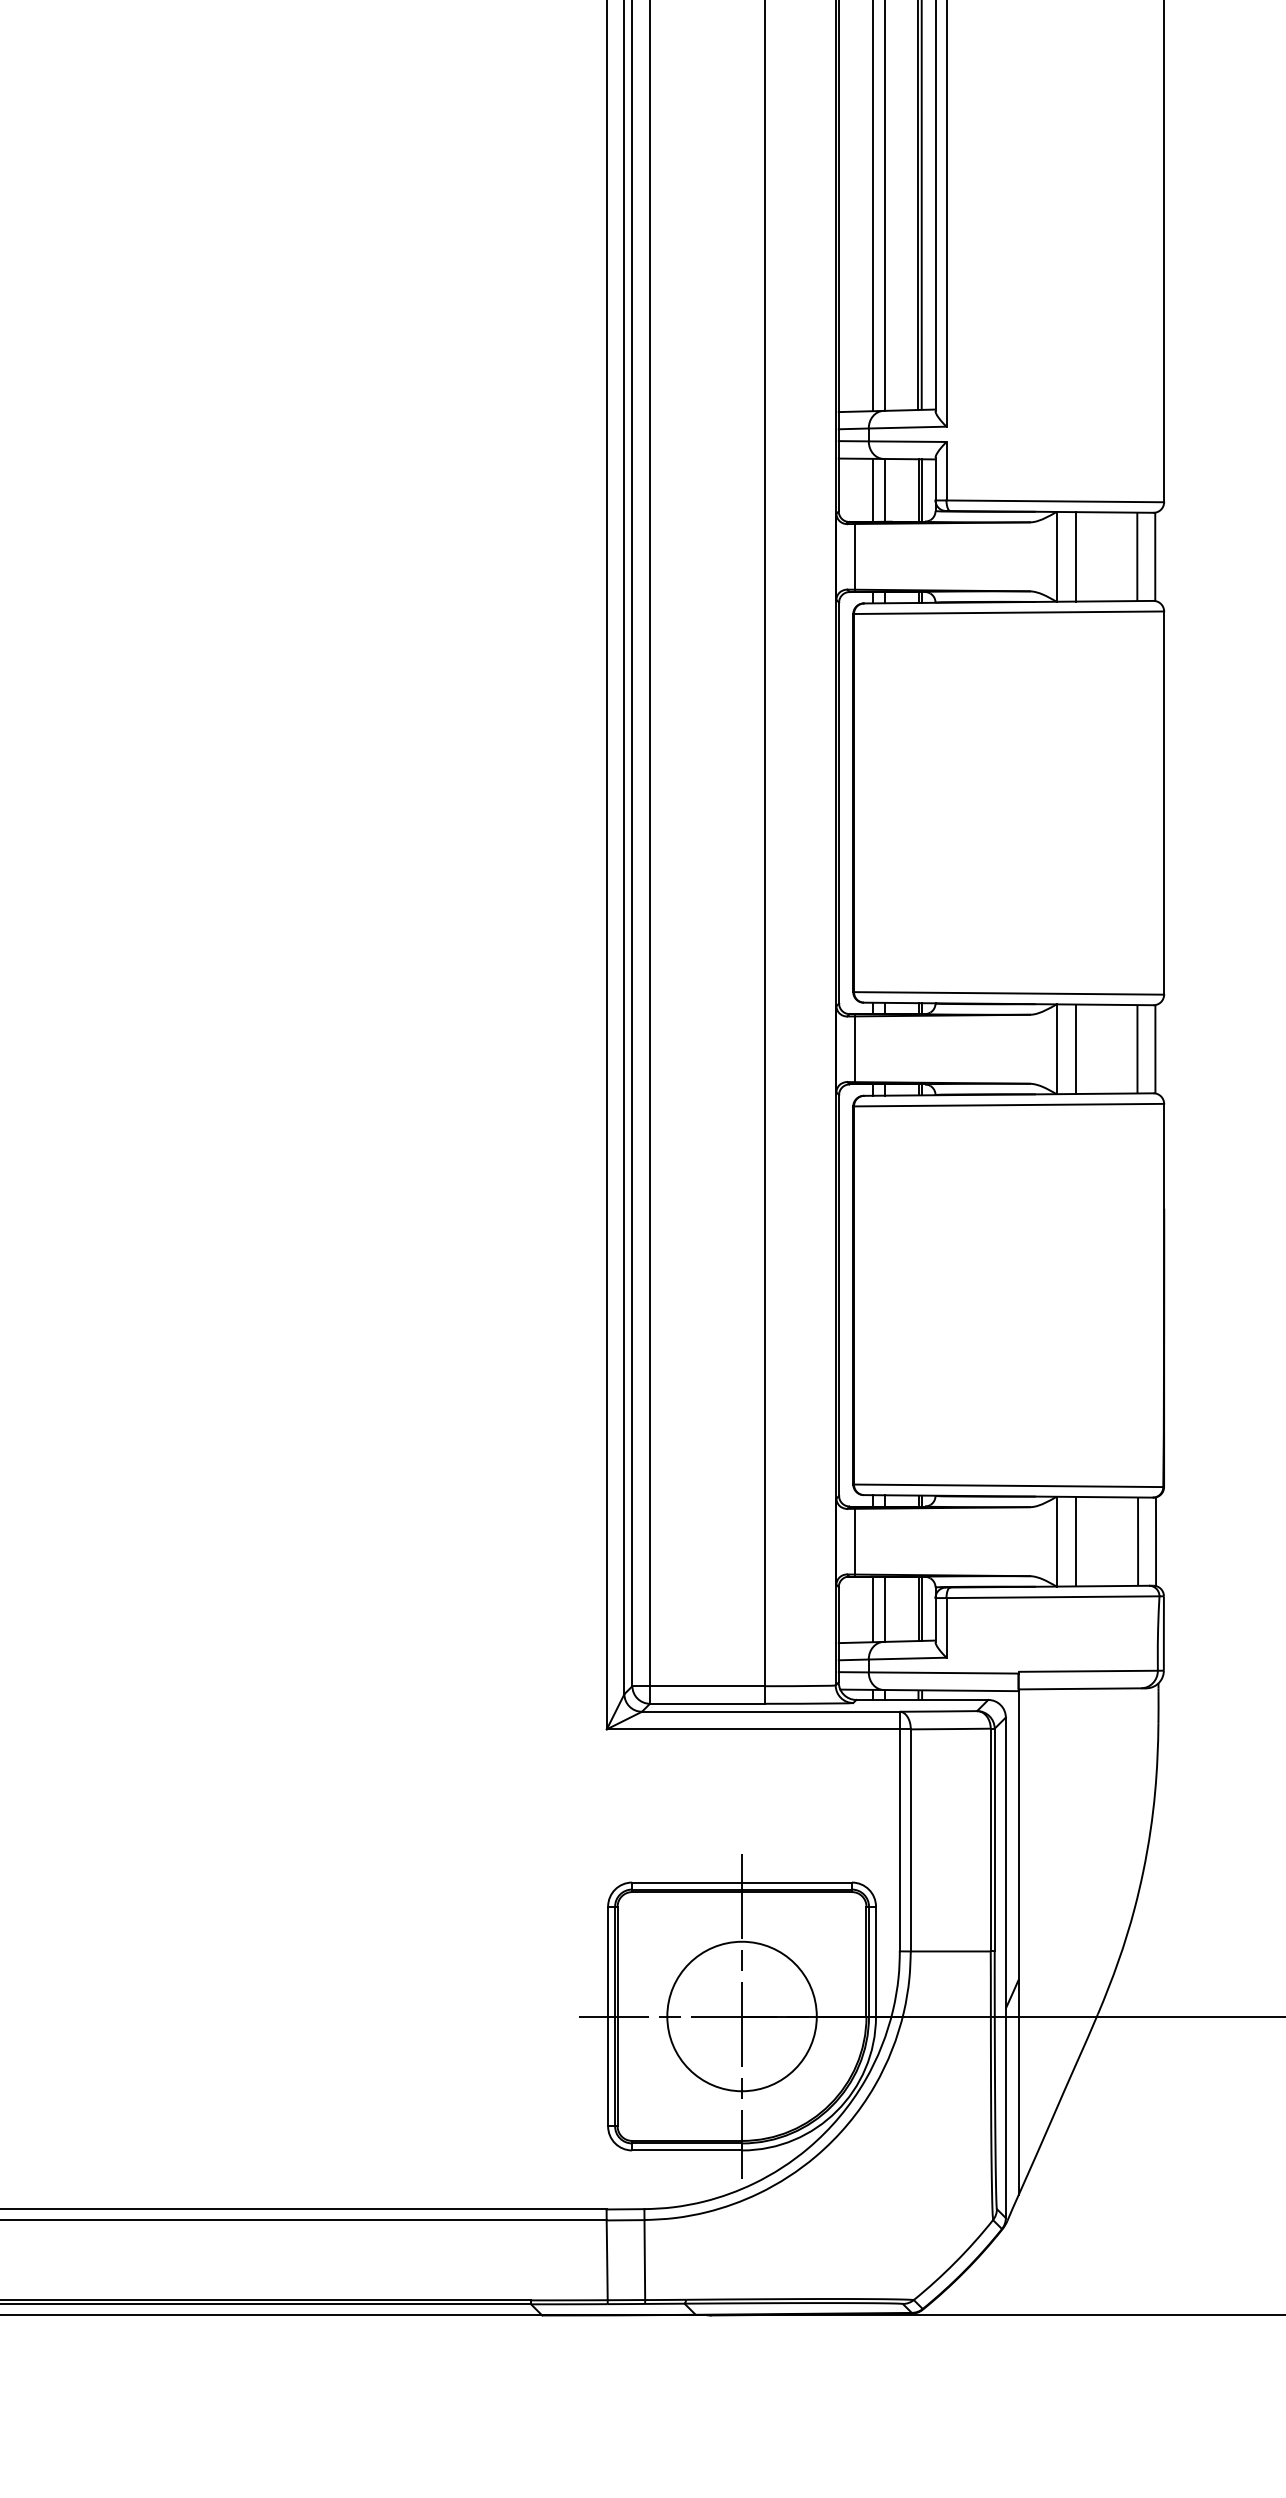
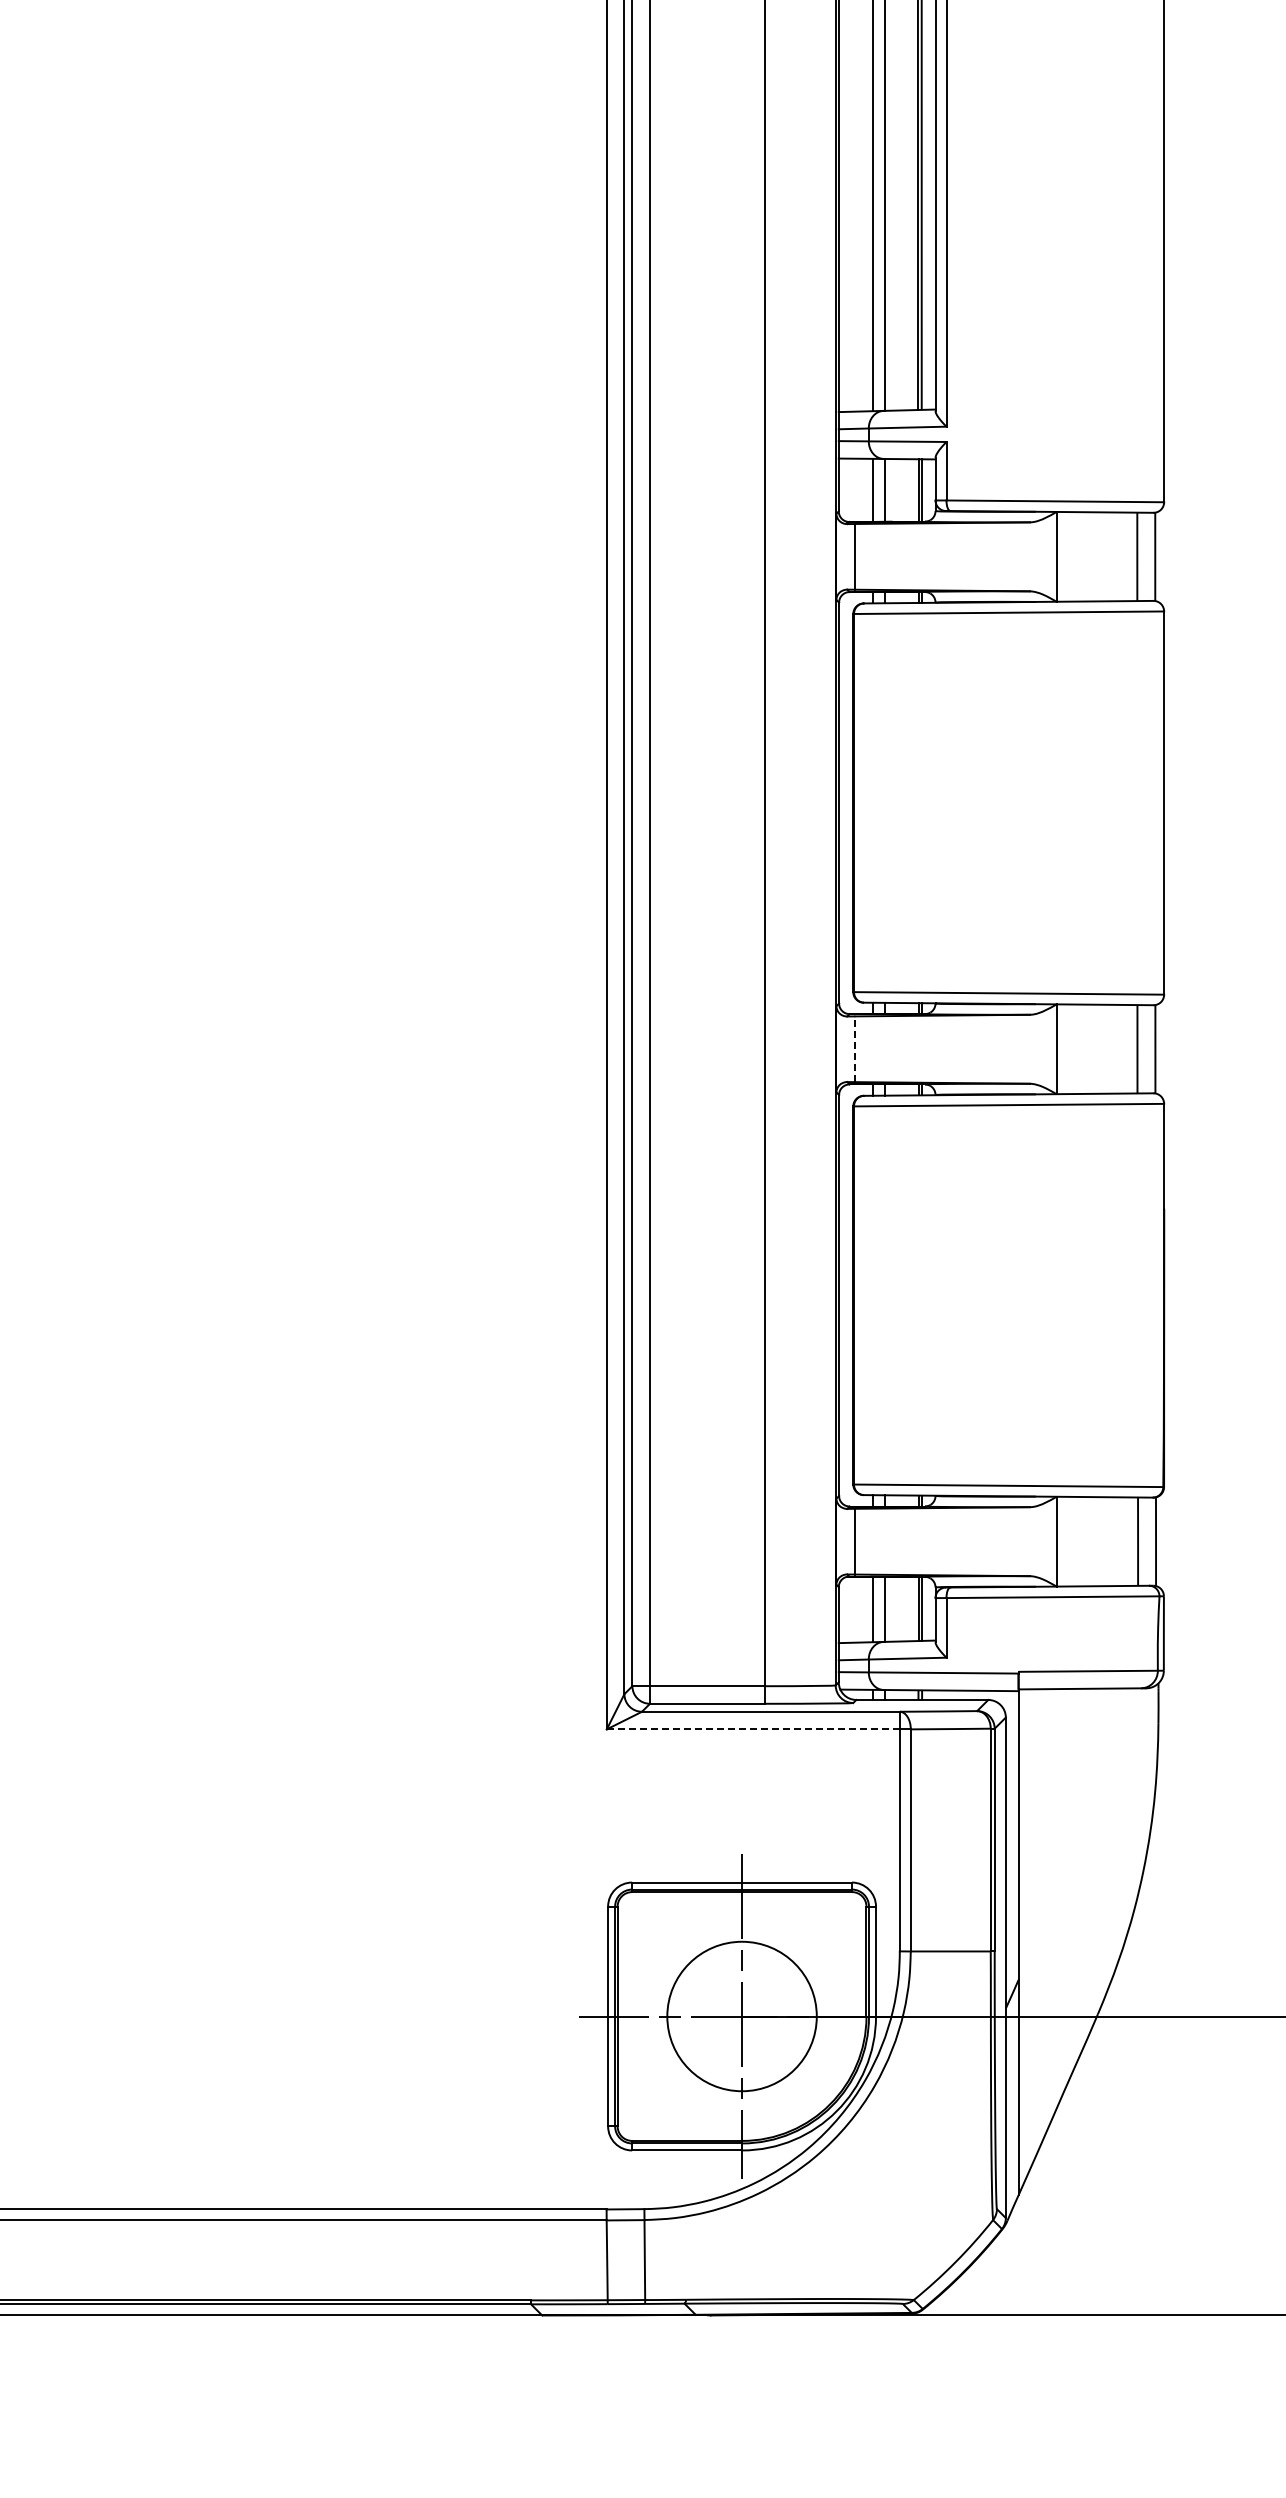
line at (1076, 556): present -> none
line at (855, 1049): solid -> dashed
line at (1076, 1049): present -> none
line at (1076, 1541): present -> none
line at (753, 1729): solid -> dashed
